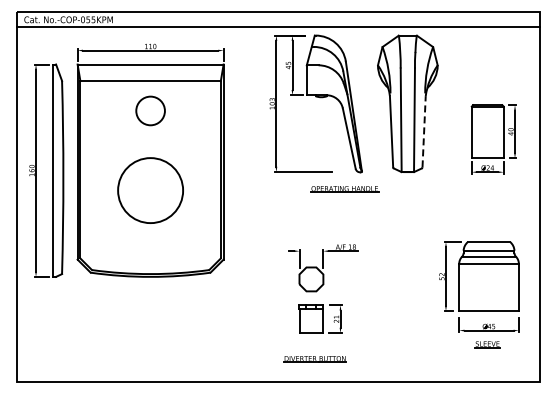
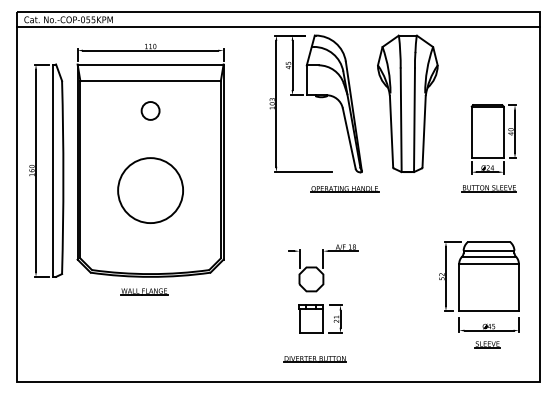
circle at (150, 110) diameter: 29 px -> 18 px
line at (424, 131): dashed -> solid
part at (488, 188): none -> present
part at (144, 291): none -> present
